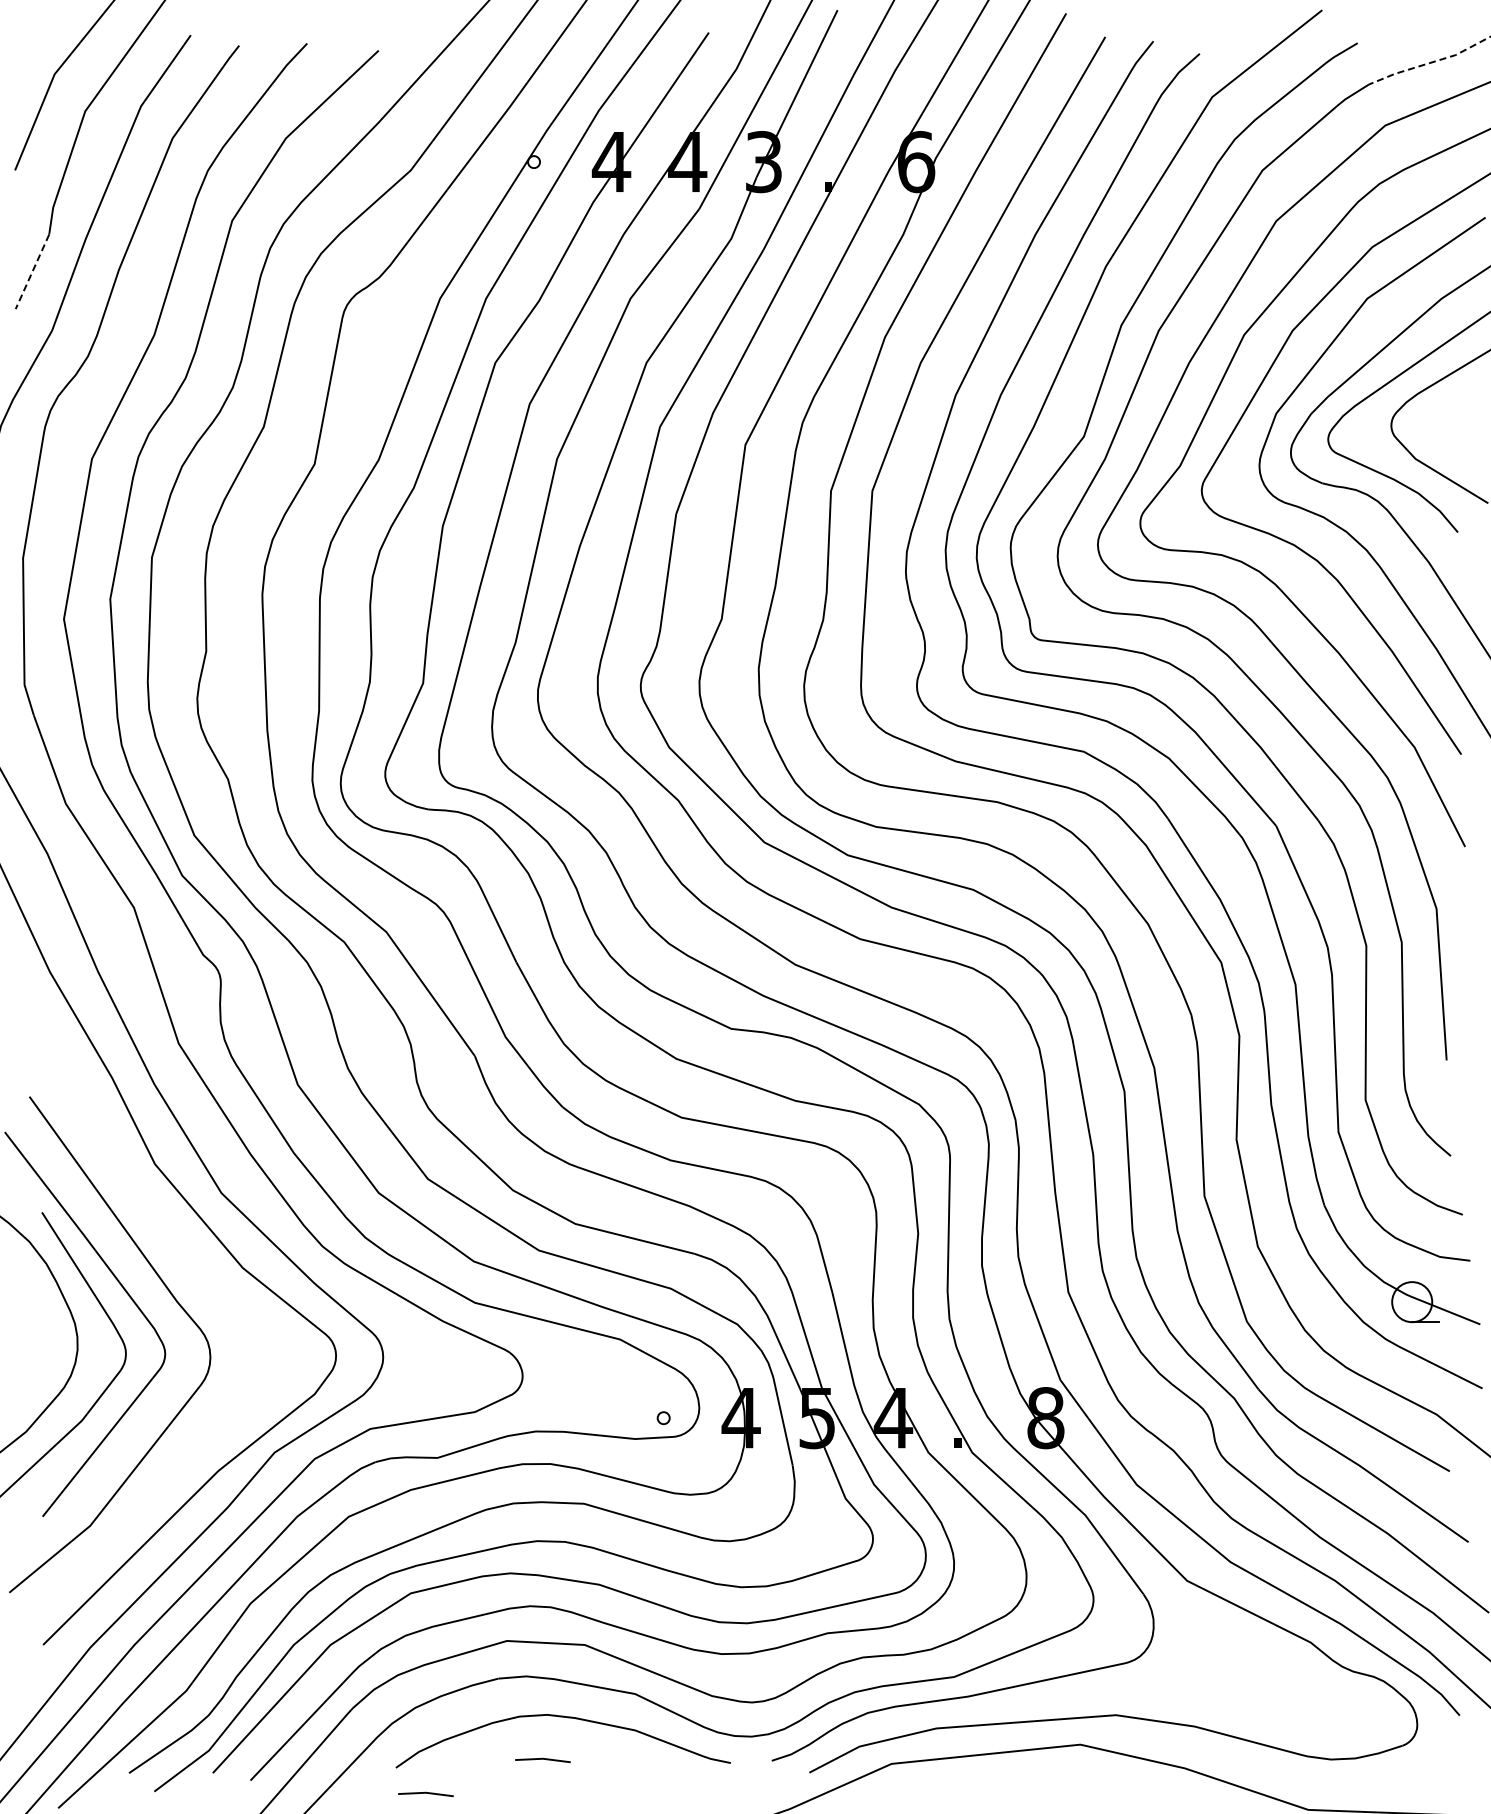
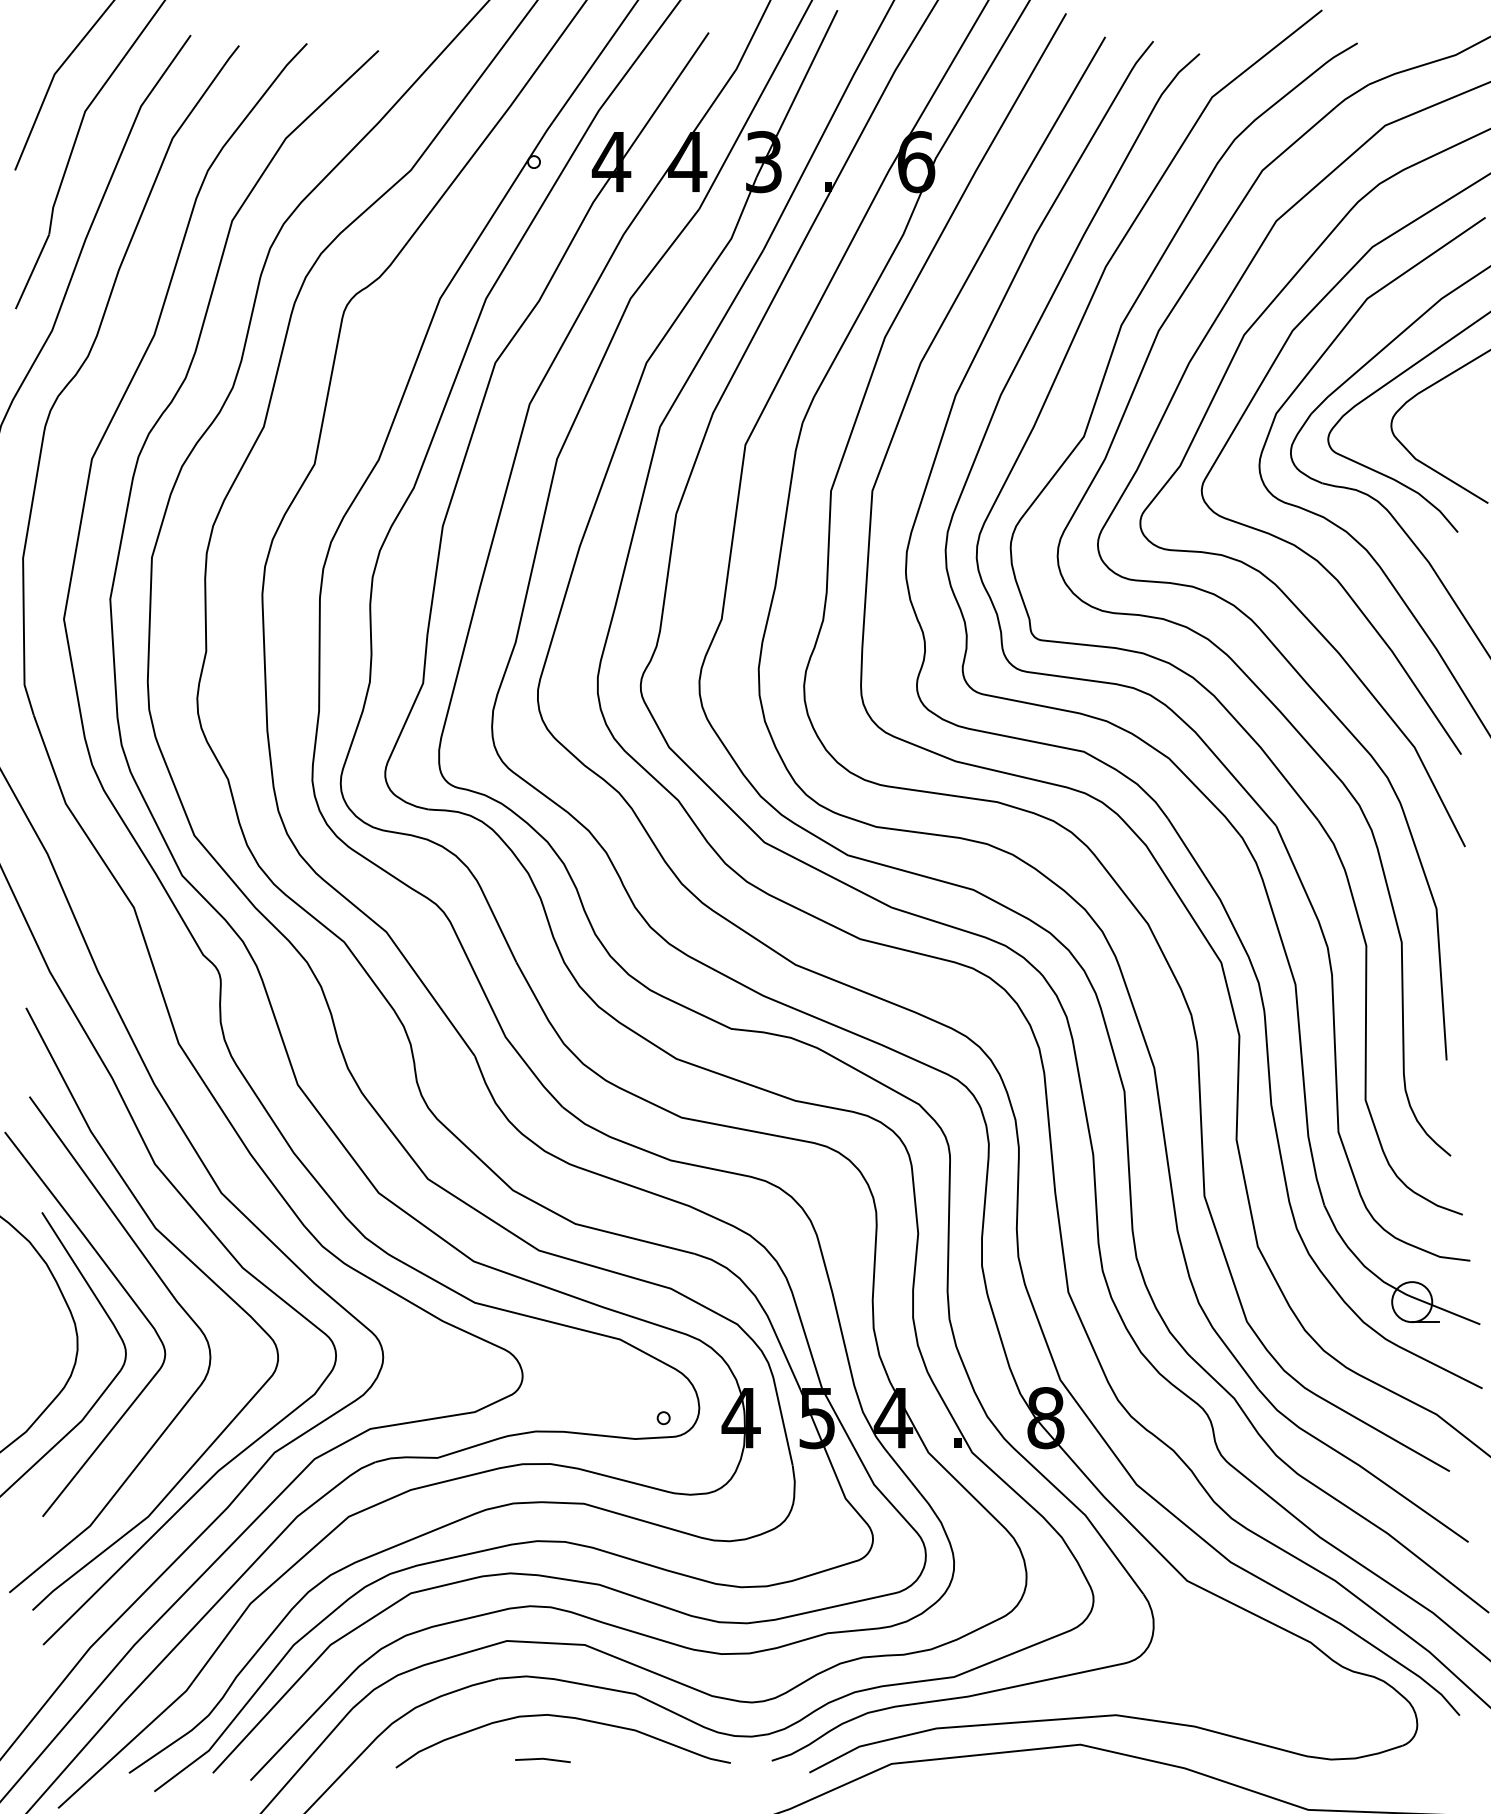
line at (1430, 63): dashed -> solid
line at (32, 271): dashed -> solid
curve at (189, 1261): none -> present
line at (425, 1793): present -> none
